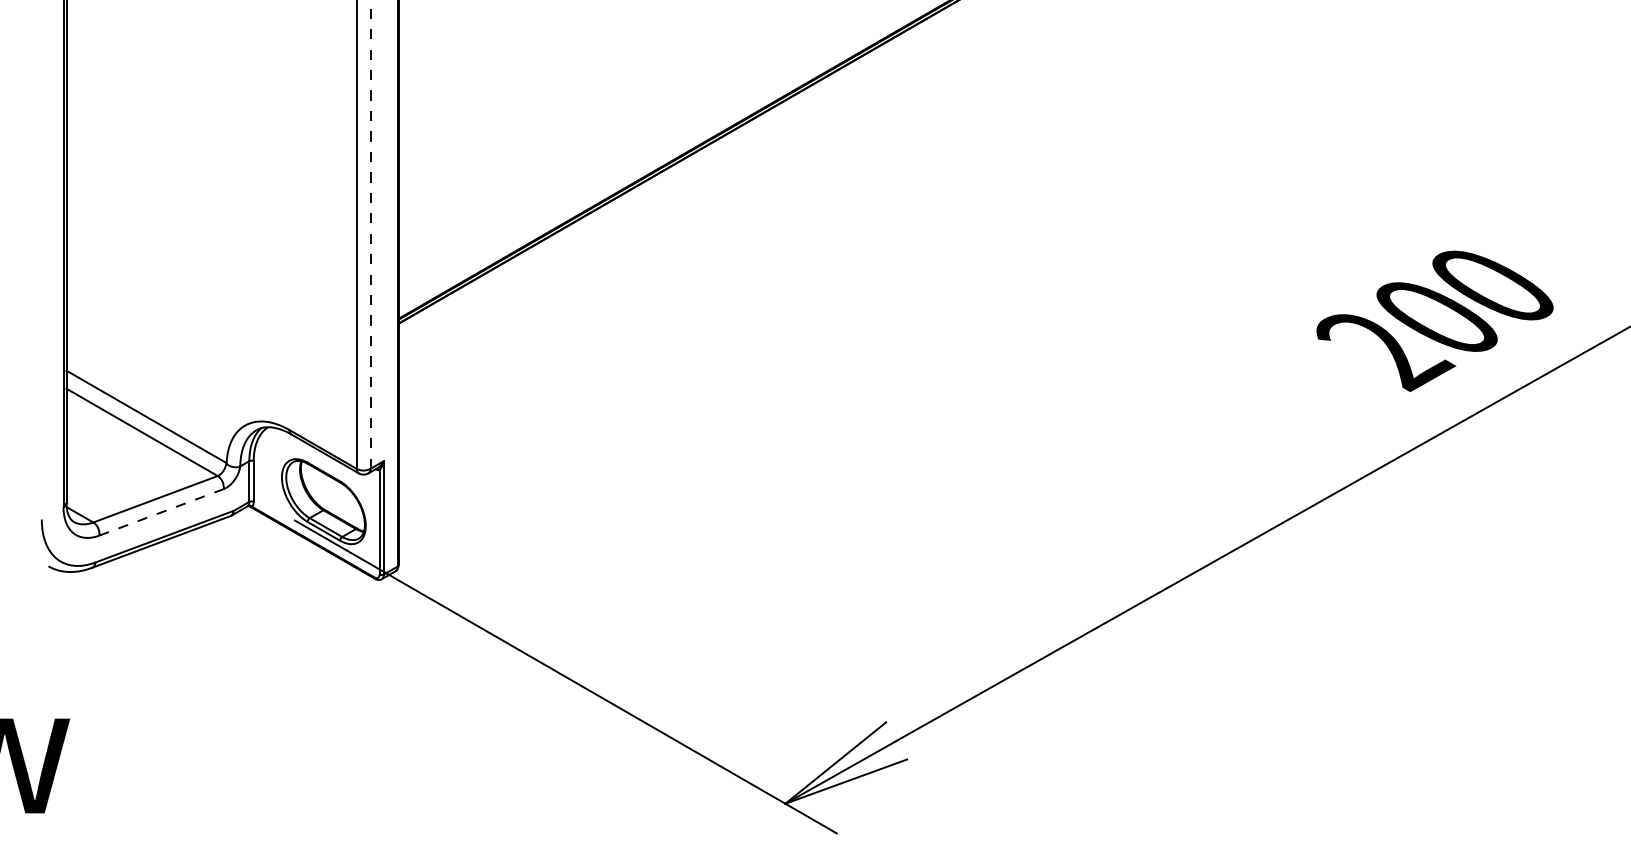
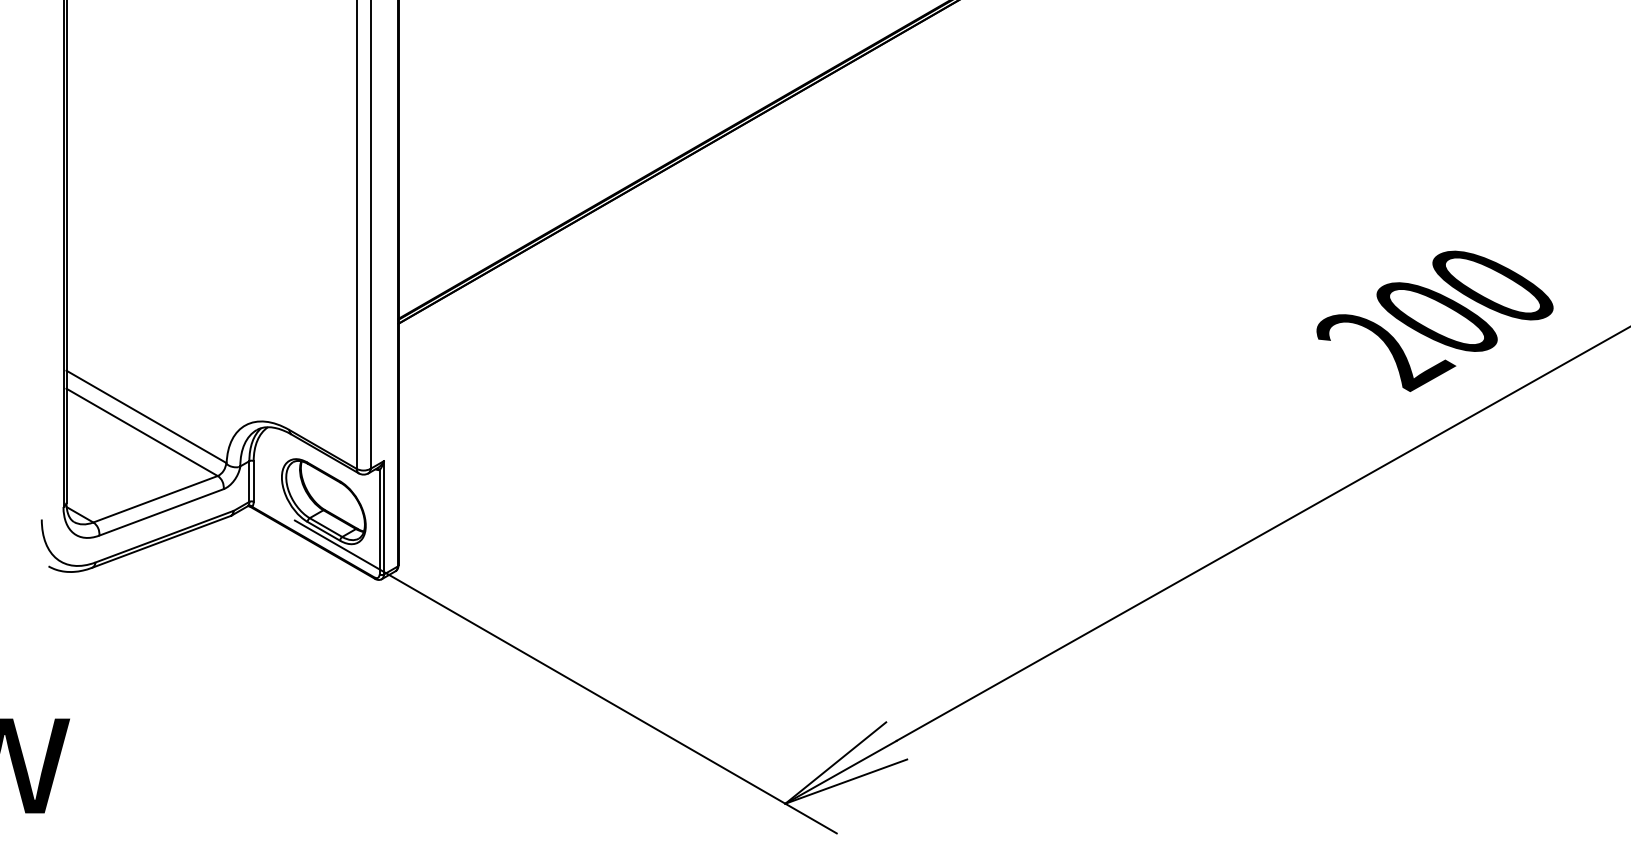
line at (370, 234): dashed -> solid
line at (162, 512): dashed -> solid
